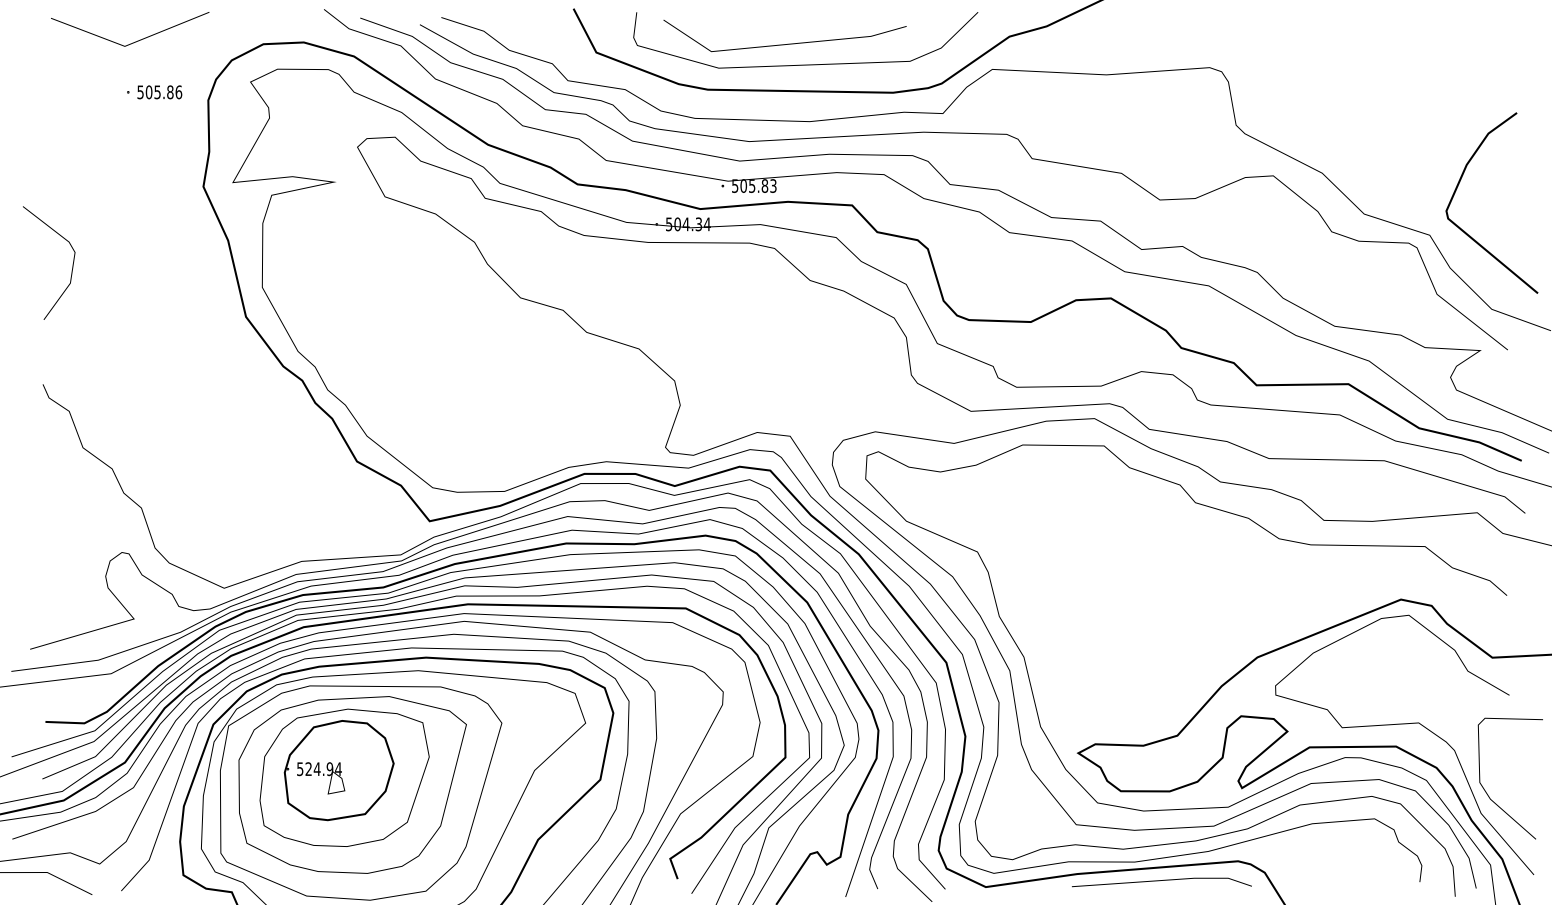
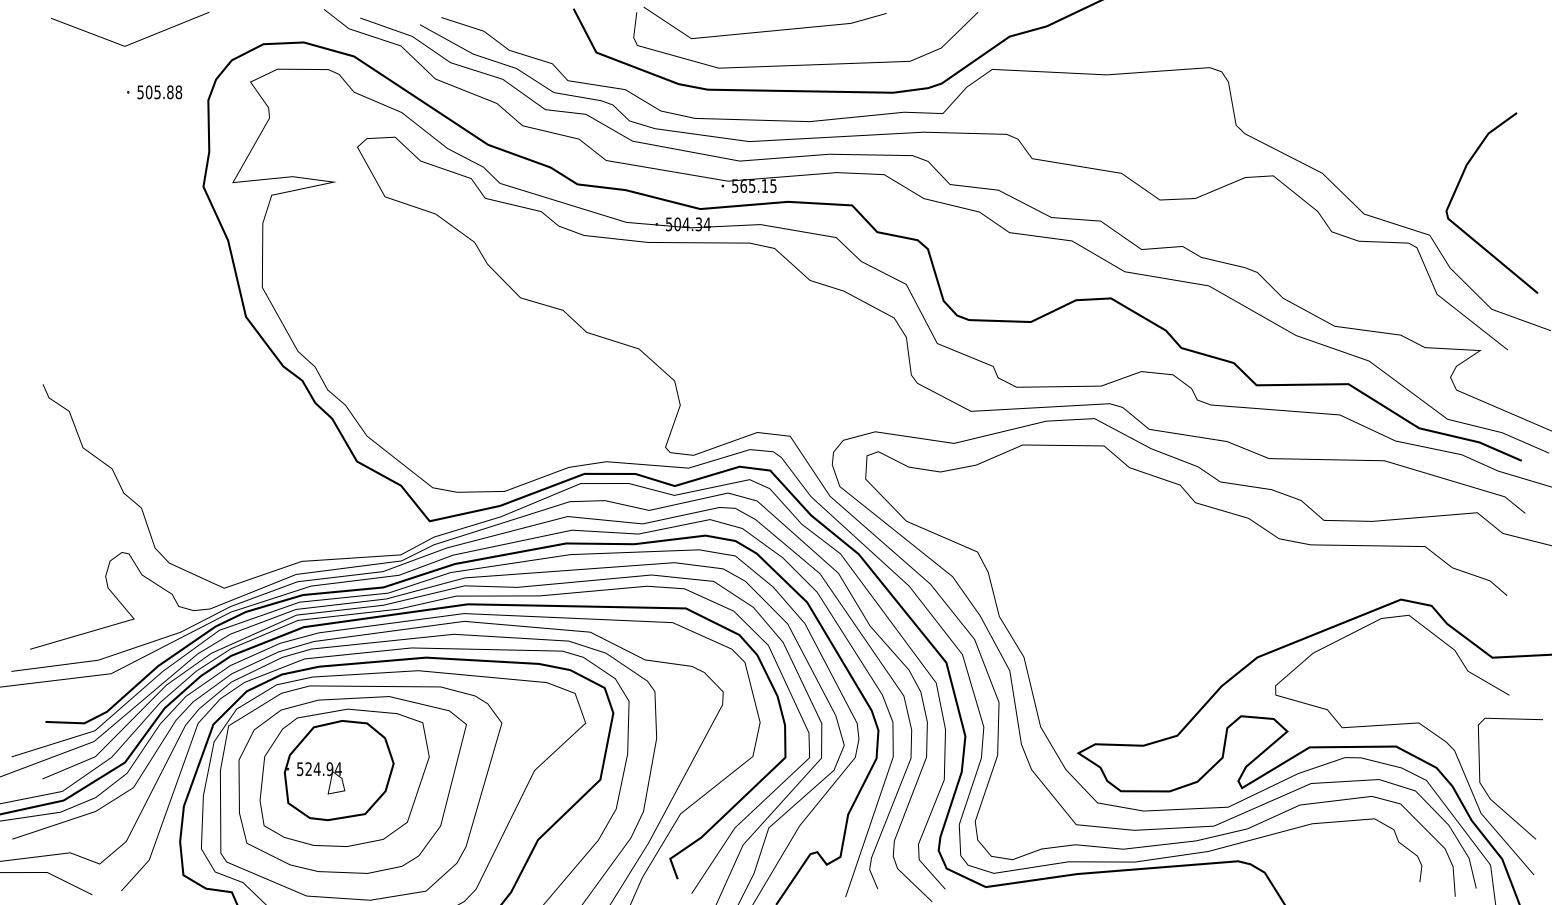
line at (787, 43) position: (787, 43) -> (767, 30)
text at (178, 91): 505.86 -> 505.88
text at (758, 185): 505.83 -> 565.15
line at (72, 264): present -> none
line at (1161, 880): present -> none
